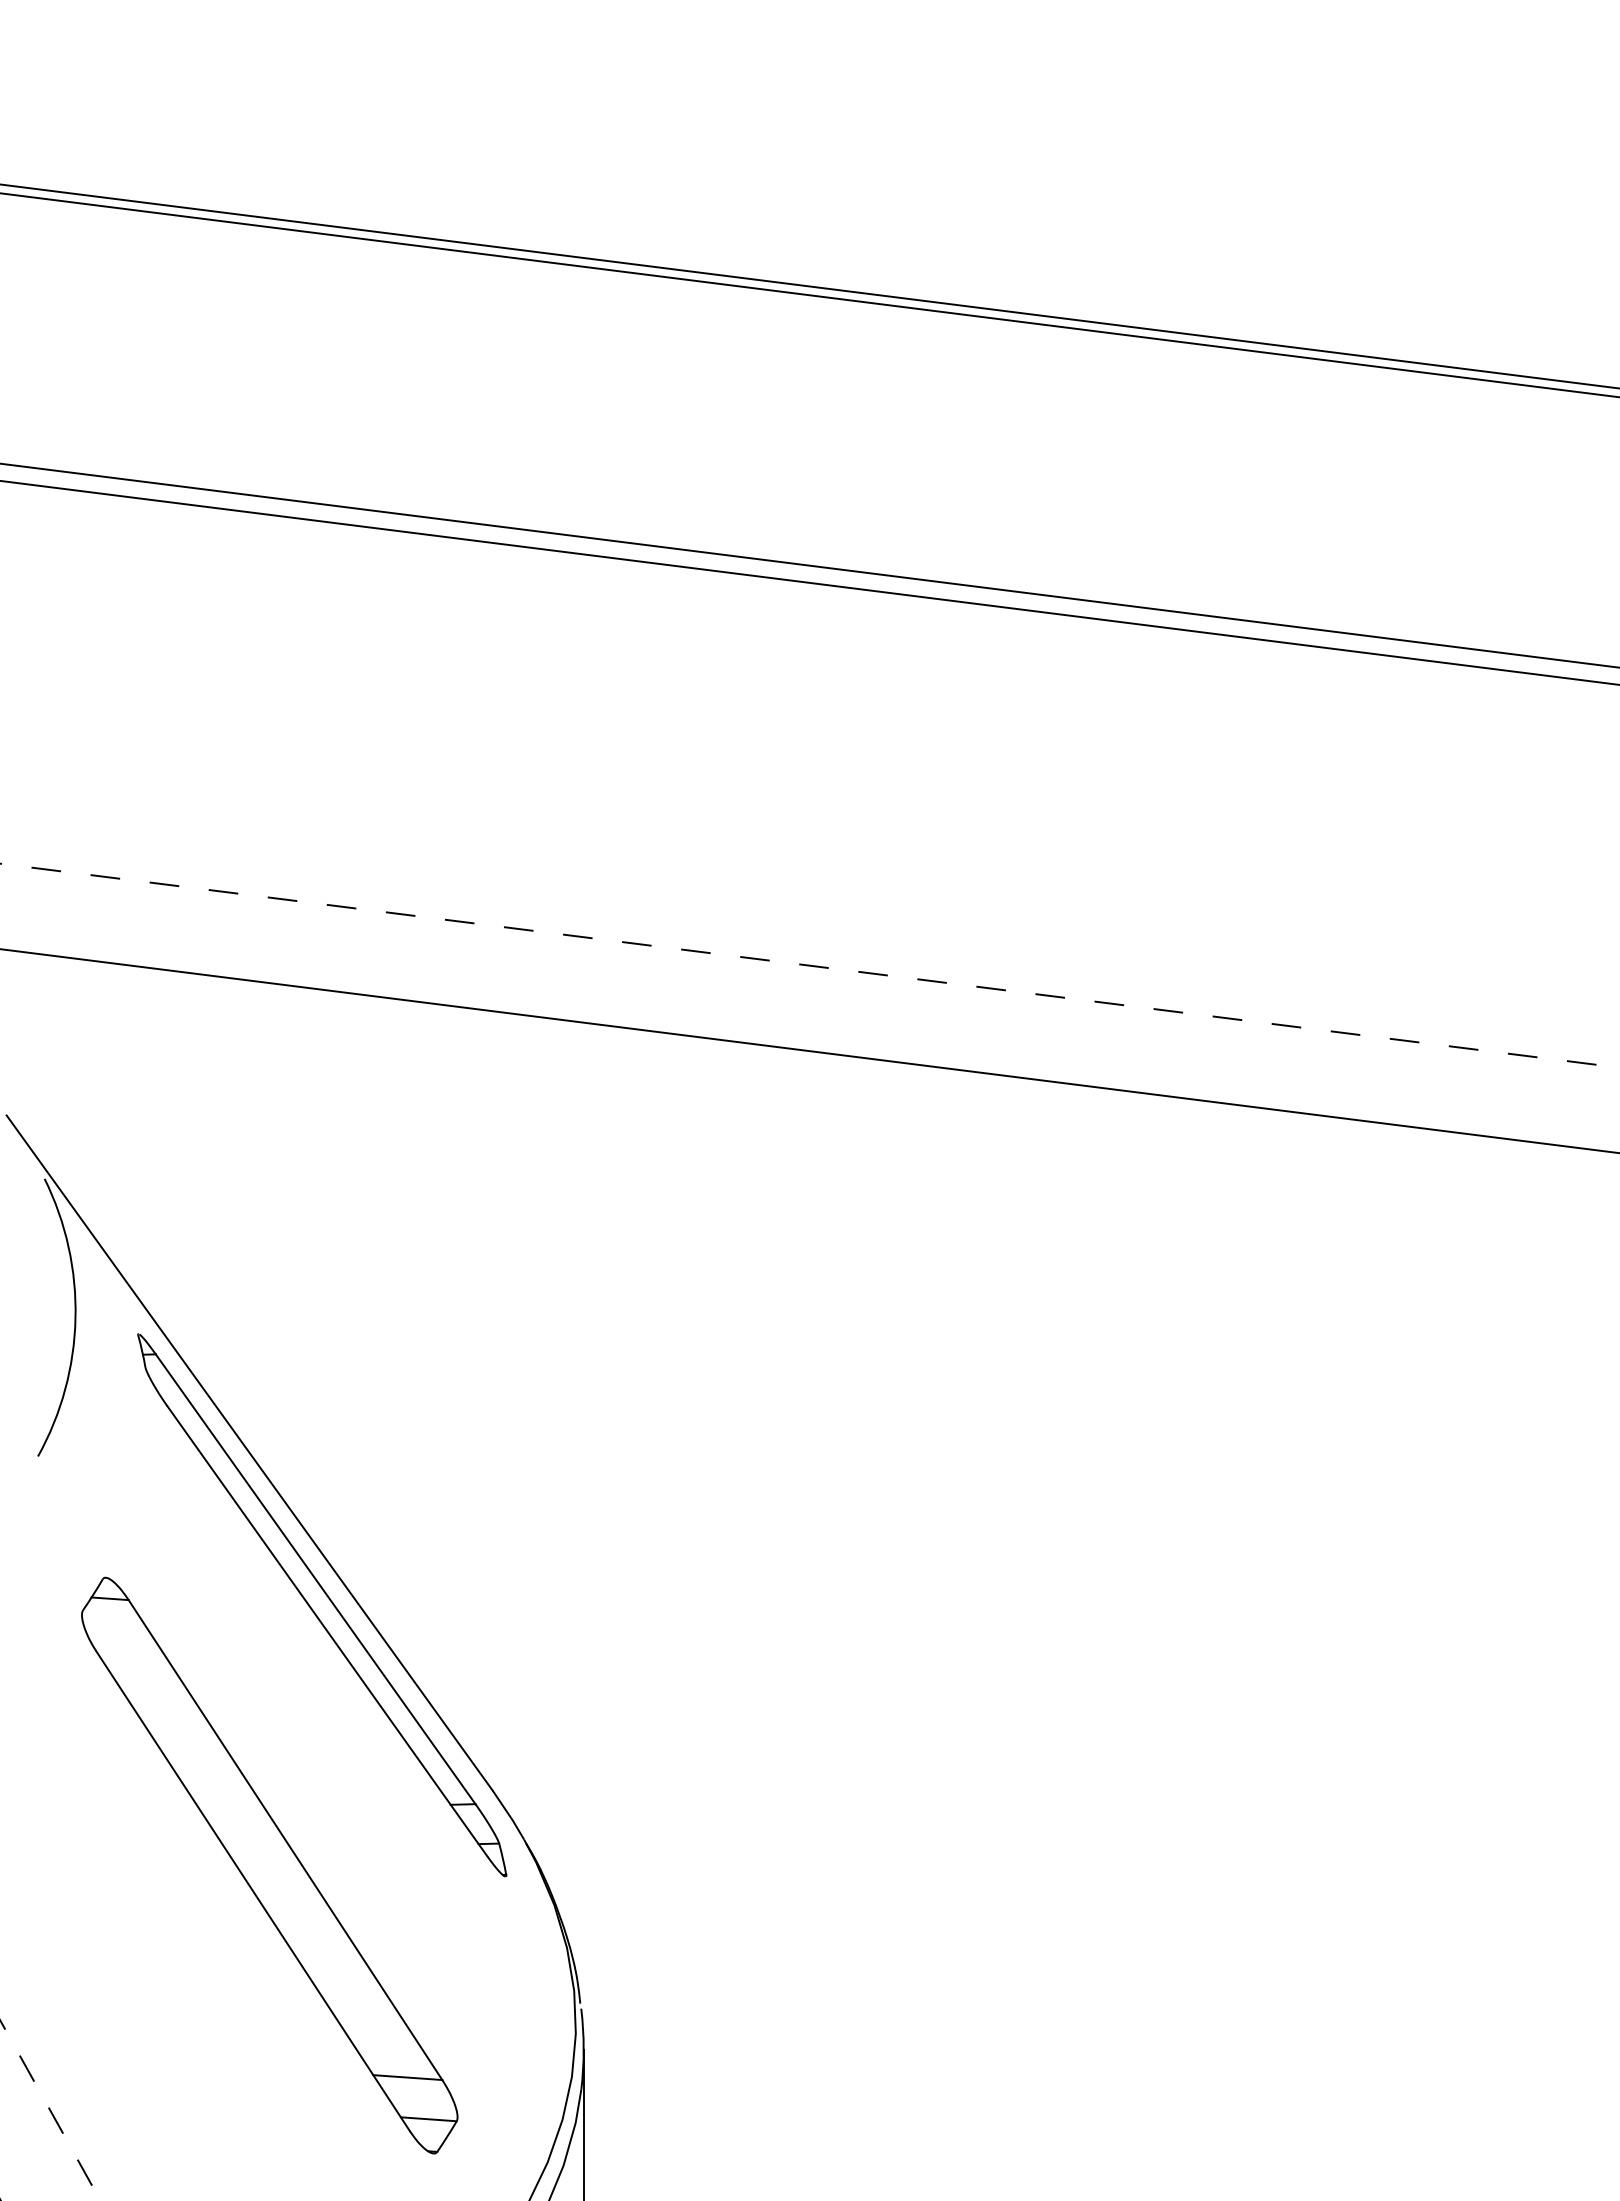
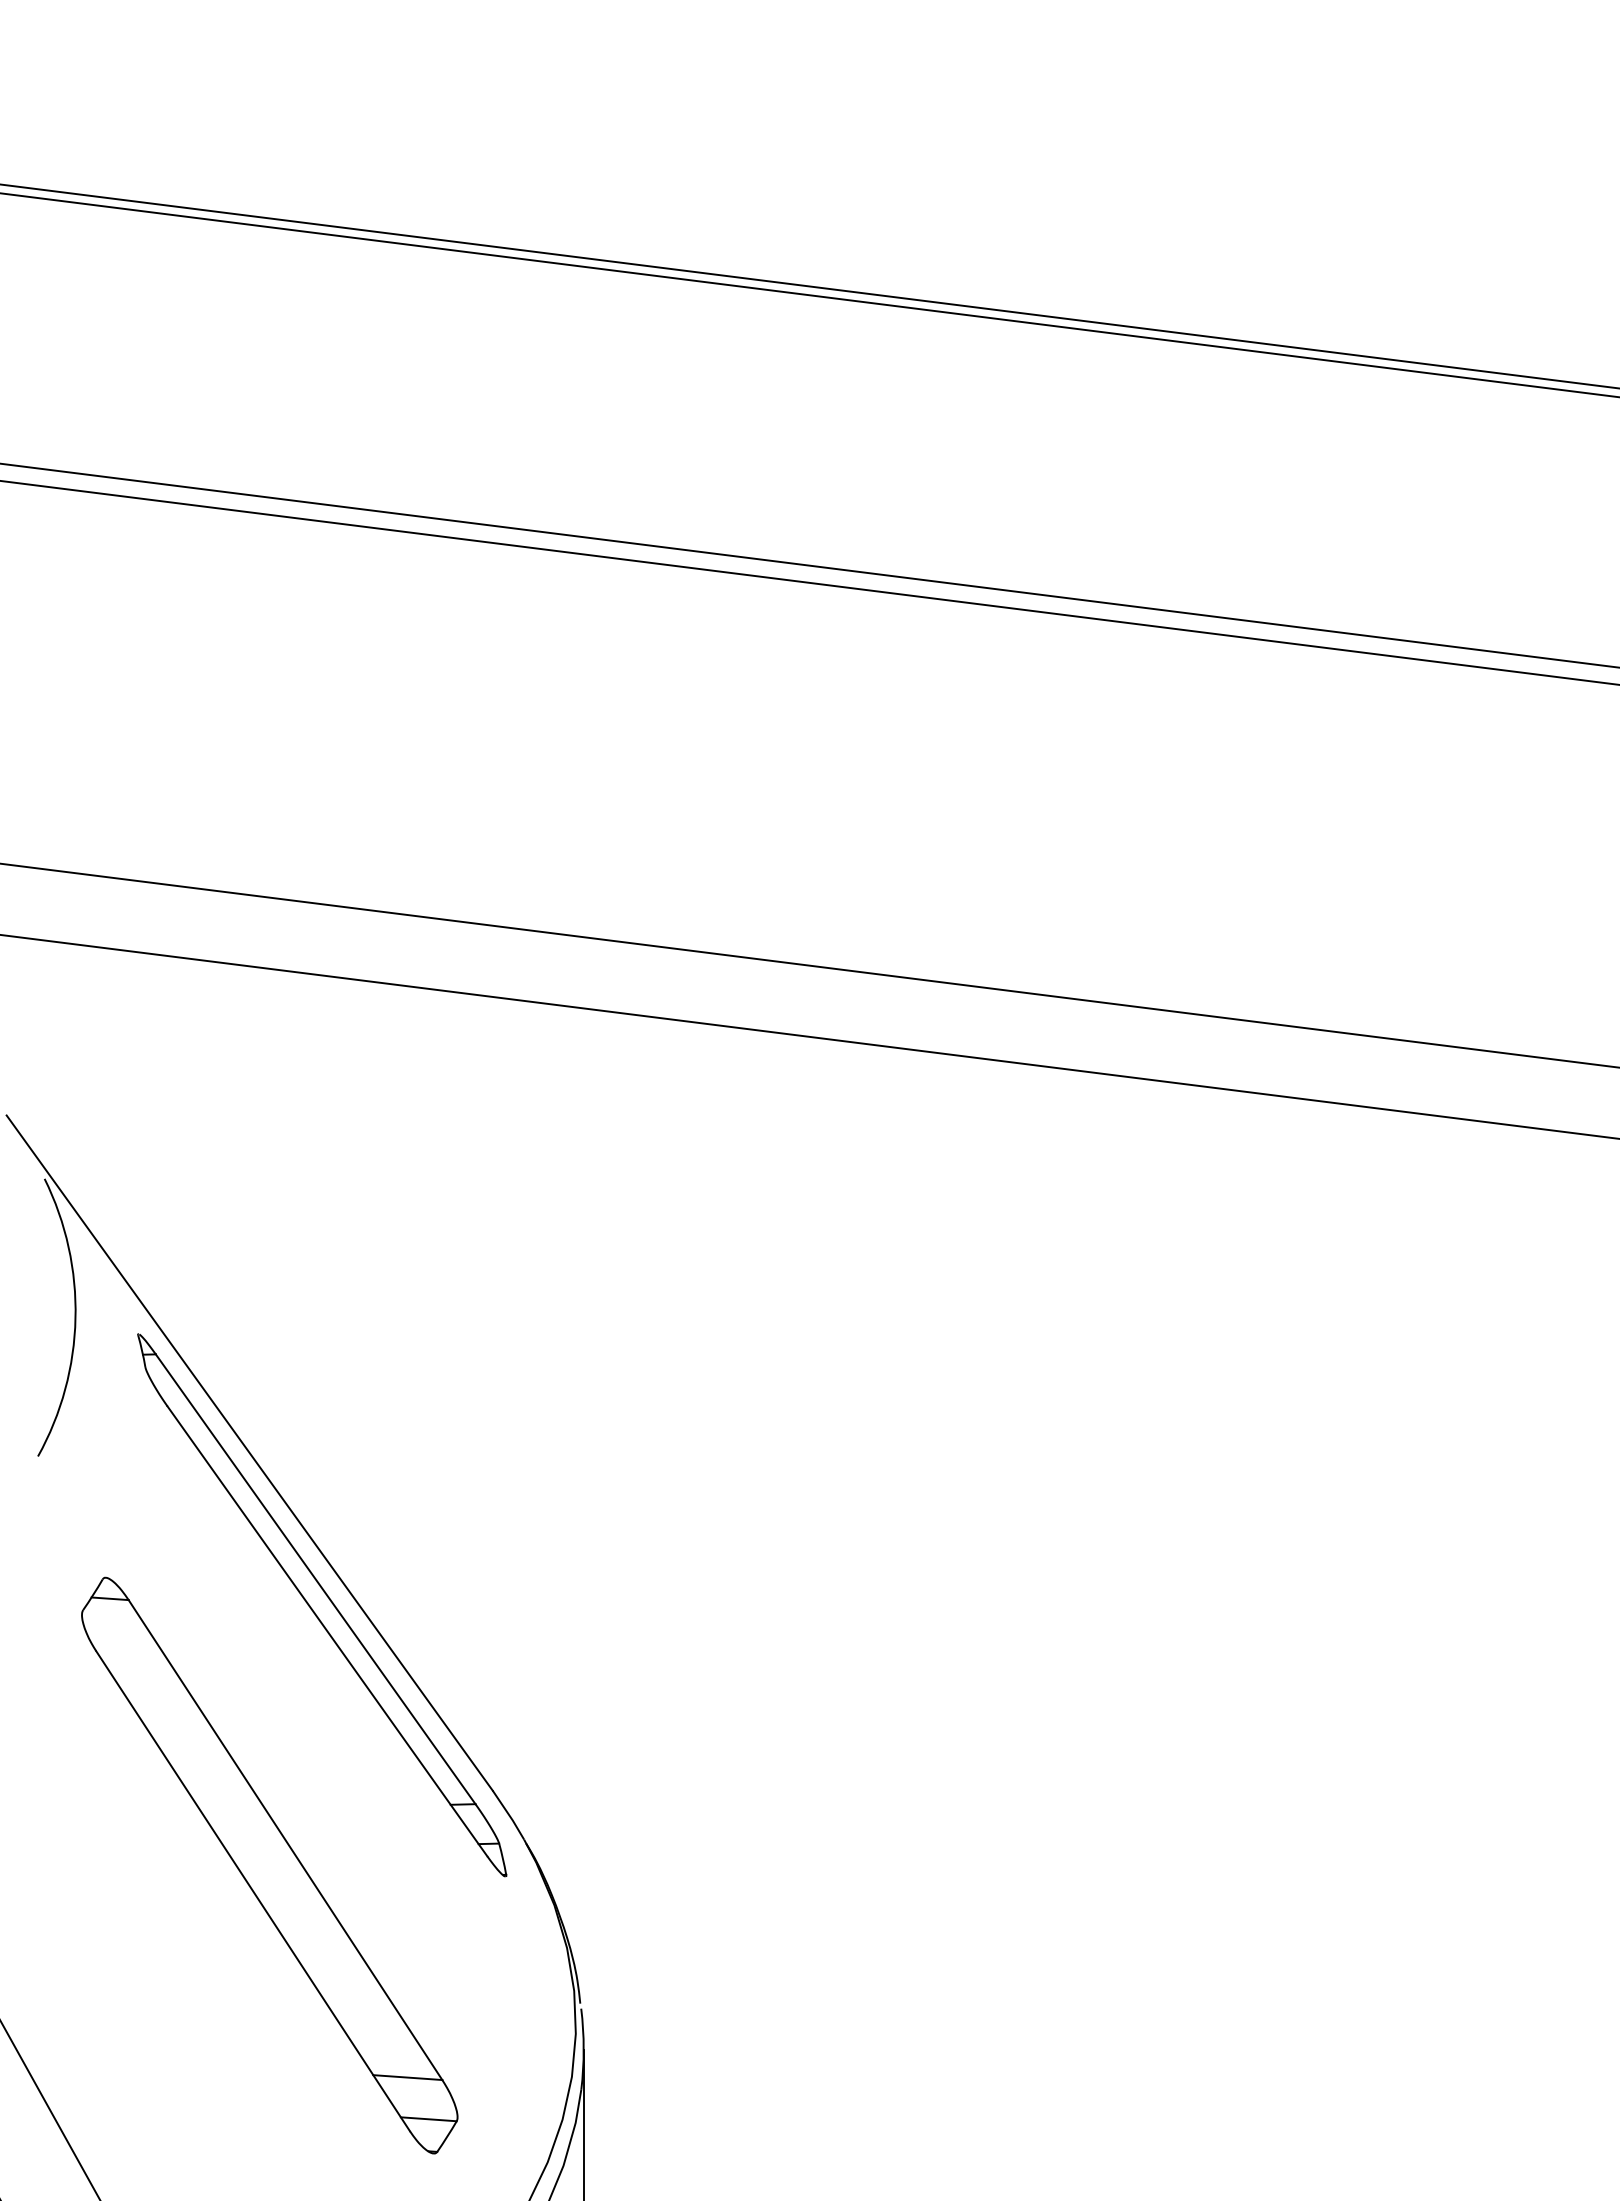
line at (809, 965): dashed -> solid
line at (809, 1050) position: (809, 1050) -> (809, 1036)
line at (50, 2110): dashed -> solid
